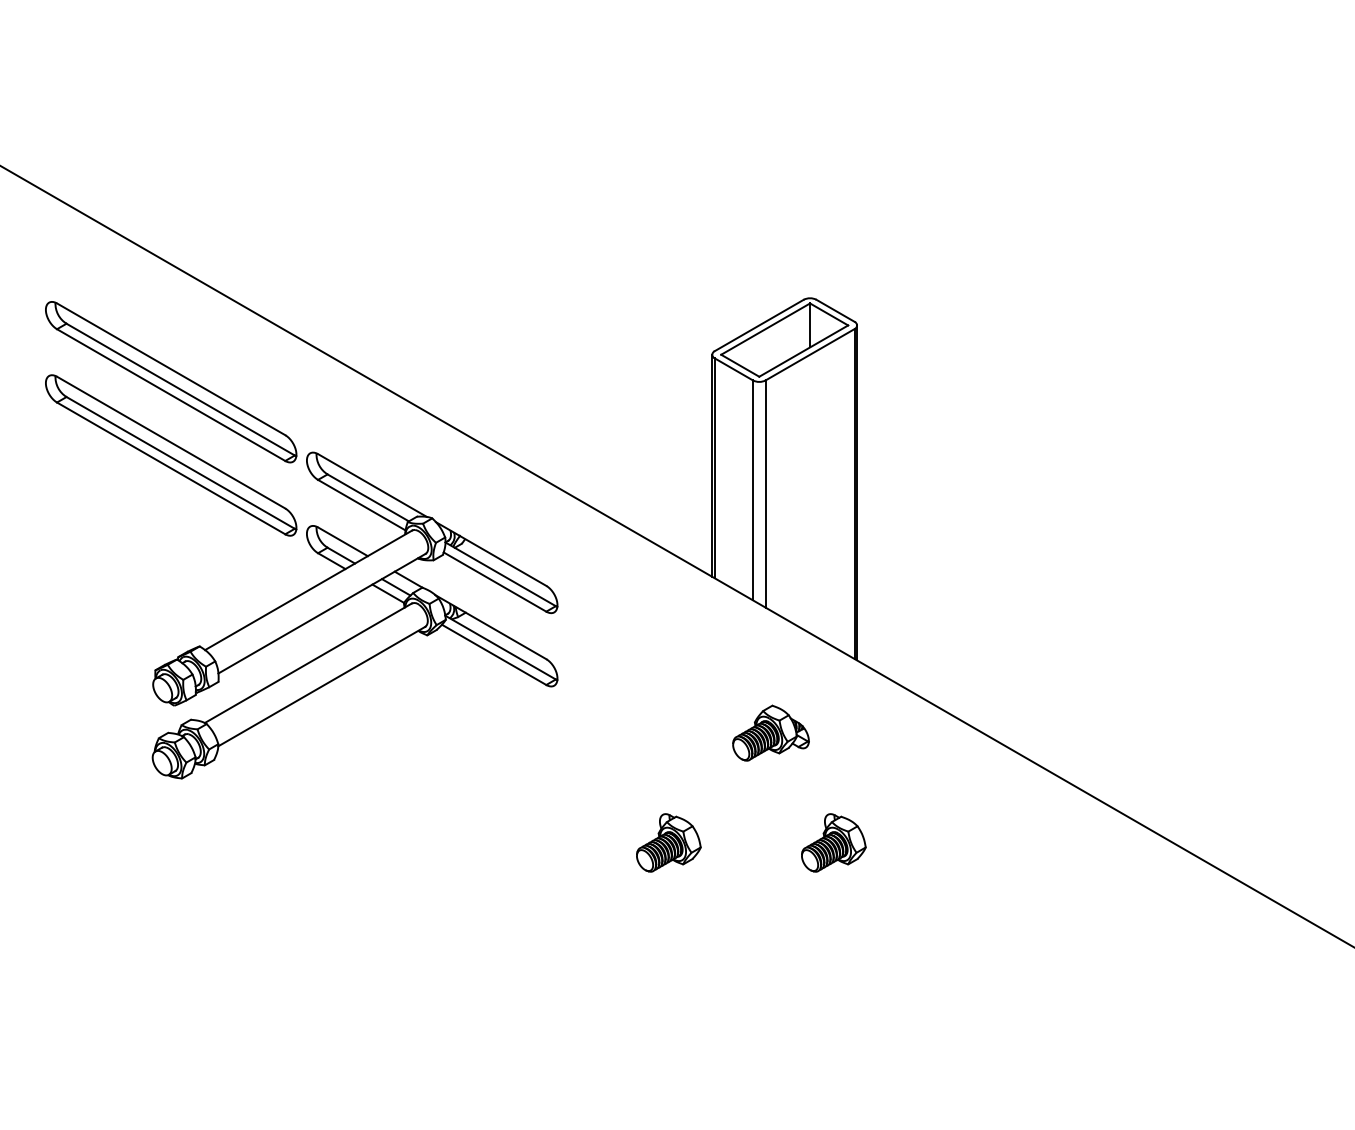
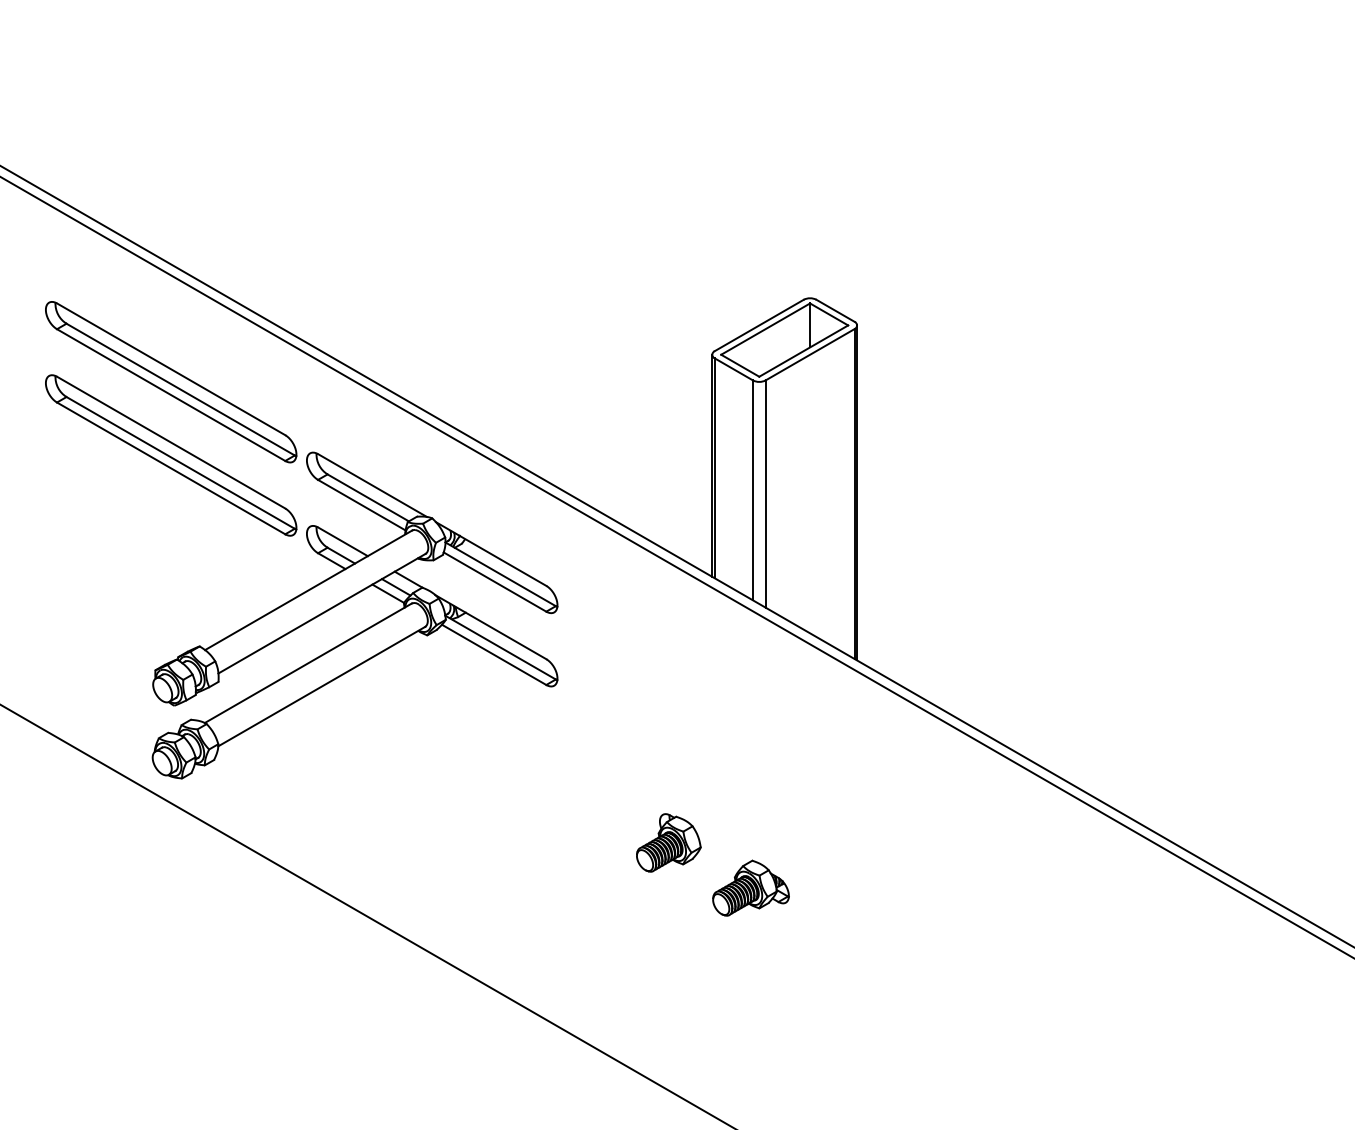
line at (676, 567): none -> present
part at (770, 732) position: (770, 732) -> (750, 887)
part at (833, 842): present -> none
line at (366, 915): none -> present
